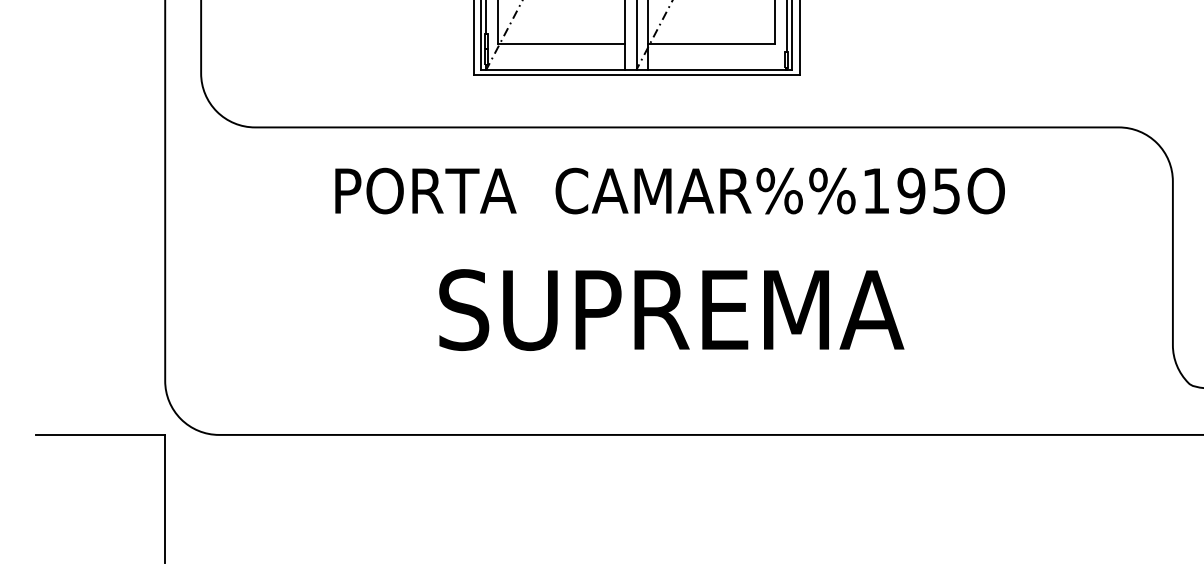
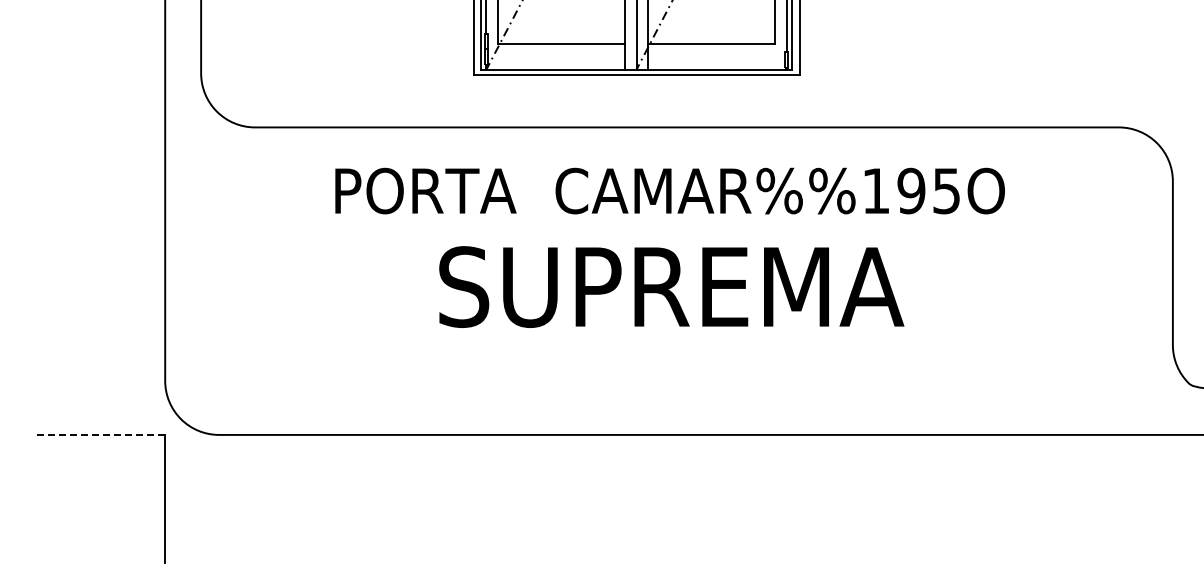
text at (671, 309) position: (671, 309) -> (671, 286)
line at (100, 434): solid -> dashed
